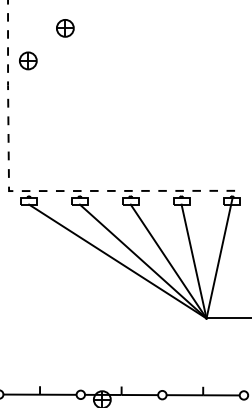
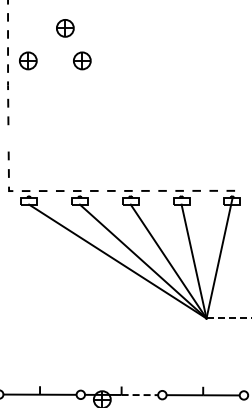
part at (82, 60): none -> present
line at (8, 138): present -> none
line at (229, 318): solid -> dashed
line at (140, 395): solid -> dashed
